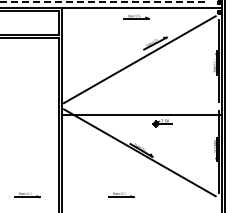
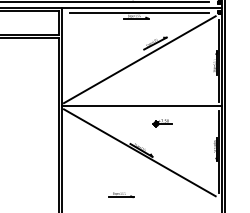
line at (104, 1): dashed -> solid
line at (139, 13): none -> present
line at (141, 115) position: (141, 115) -> (141, 106)
part at (27, 195): present -> none
